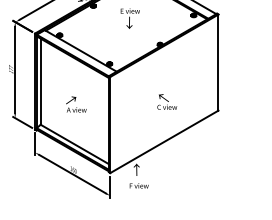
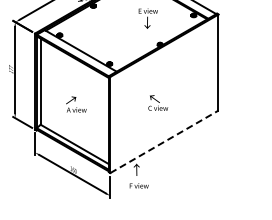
text at (129, 18) position: (129, 18) -> (147, 18)
text at (167, 101) position: (167, 101) -> (158, 102)
line at (164, 141): solid -> dashed
